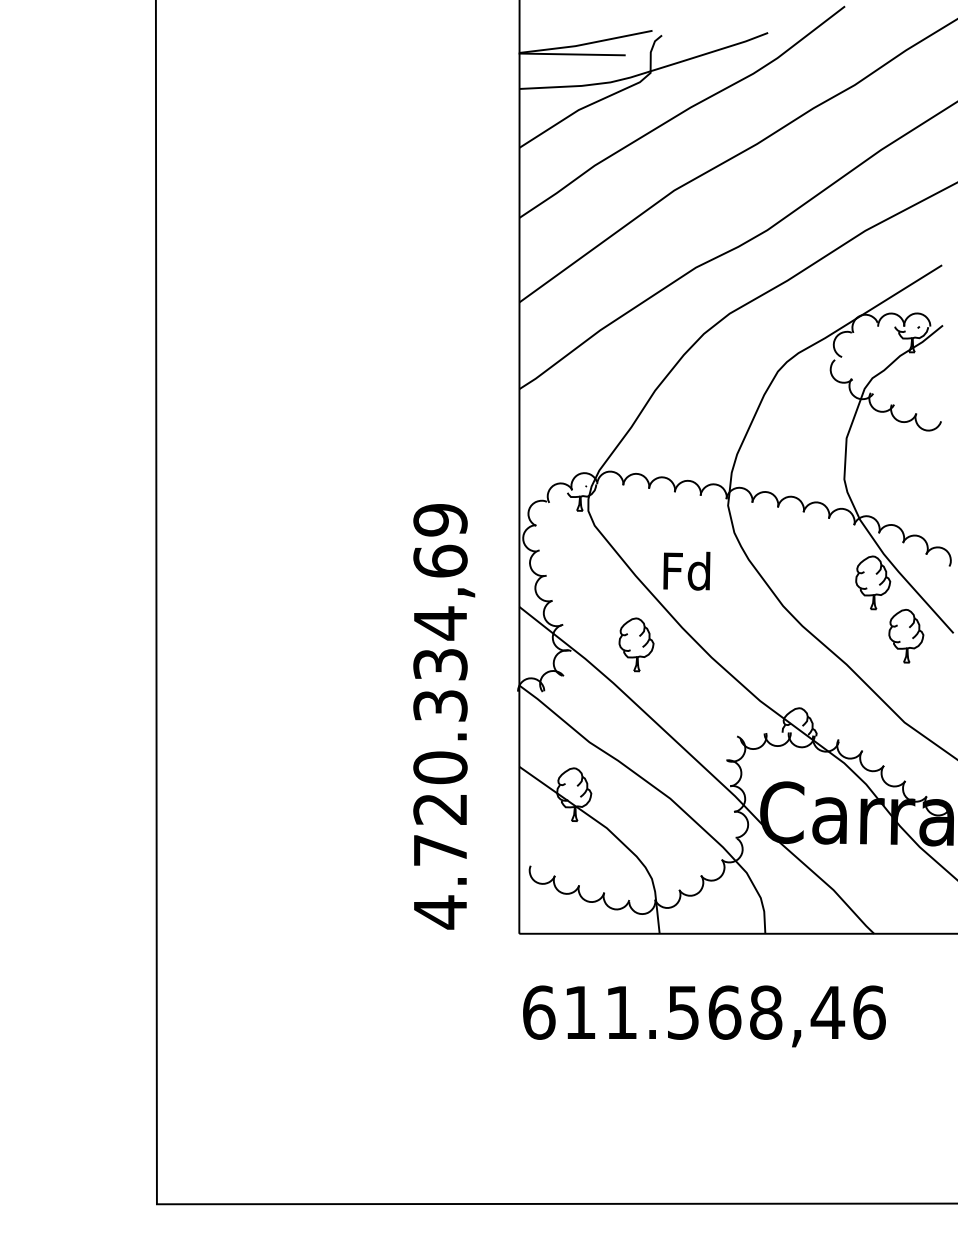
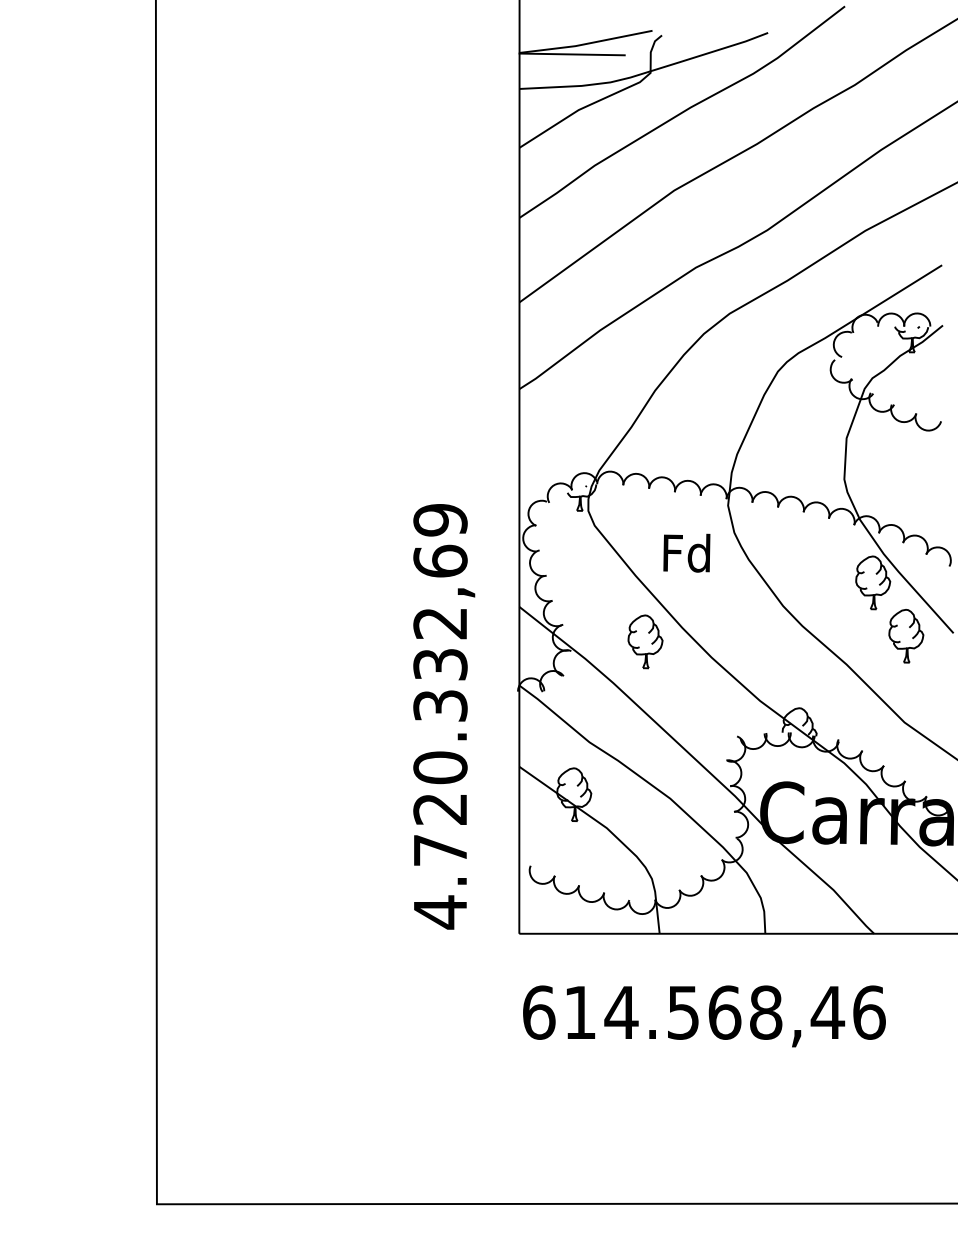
text at (686, 570) position: (686, 570) -> (686, 552)
text at (439, 623): 4.720.334,69 -> 4.720.332,69
part at (636, 644) position: (636, 644) -> (645, 641)
text at (621, 1012): 611.568,46 -> 614.568,46
